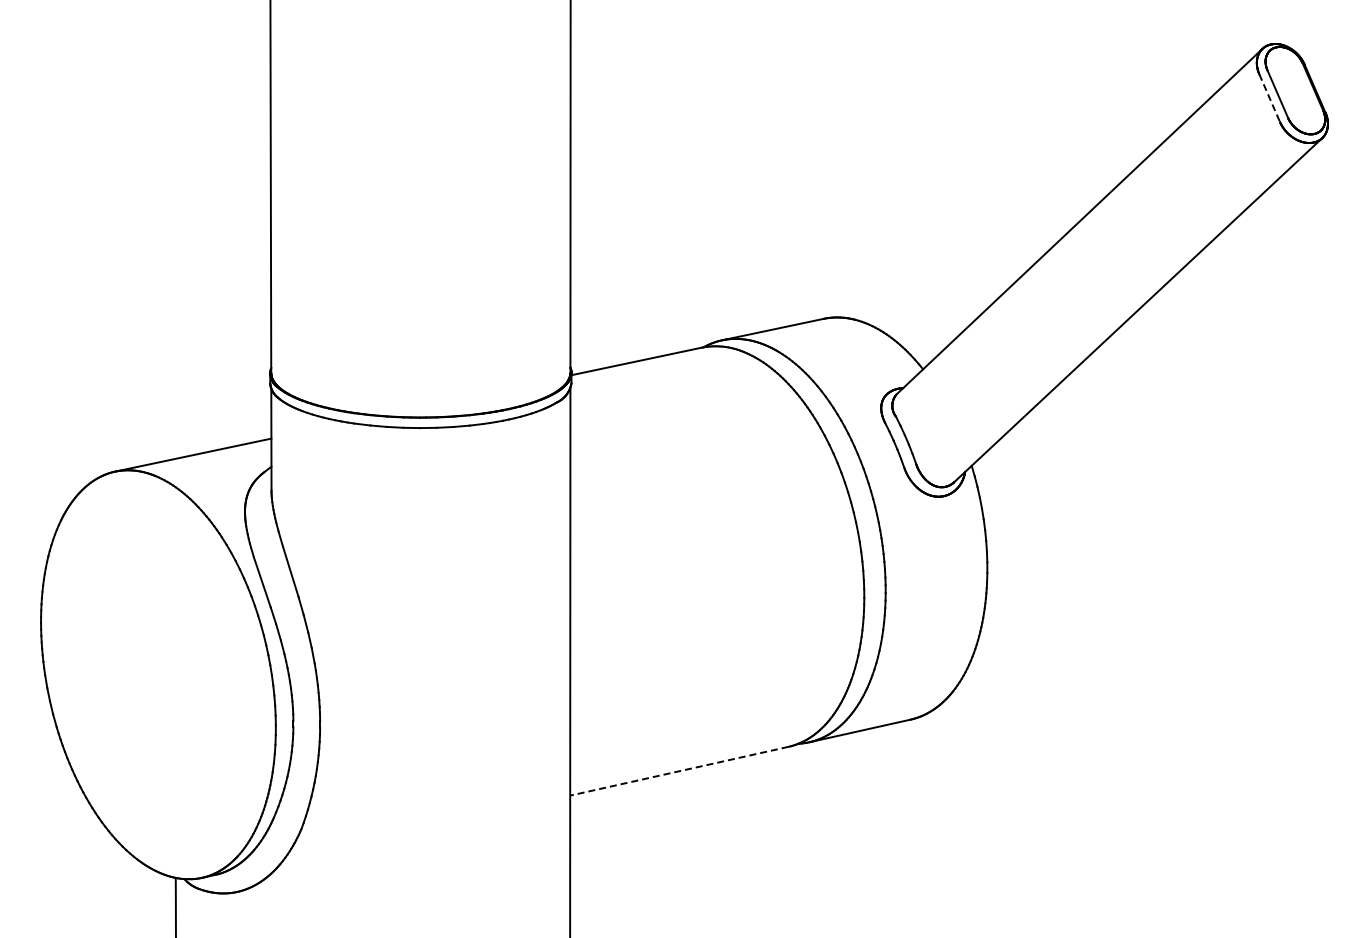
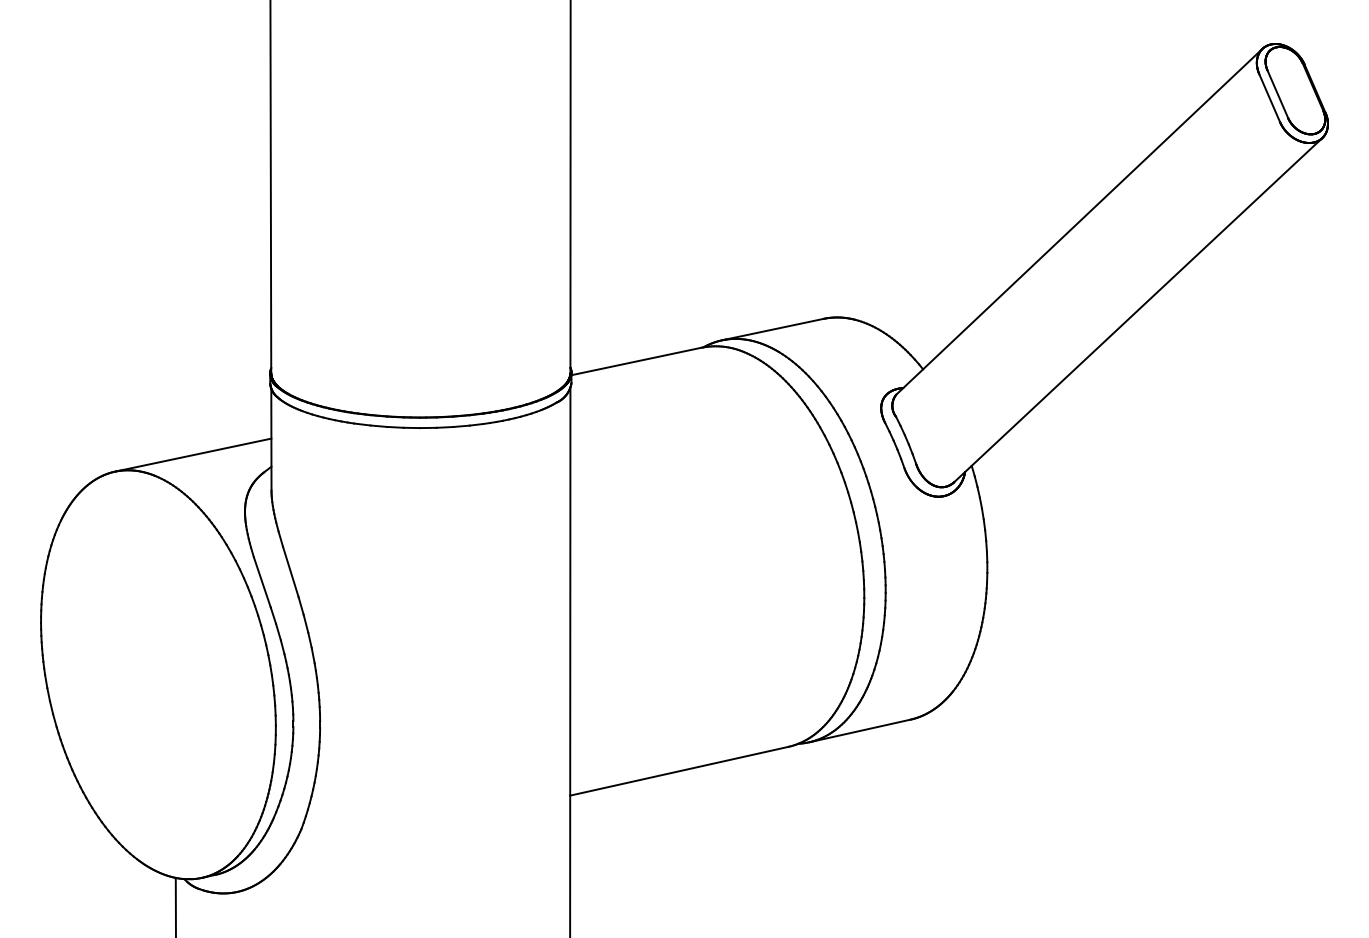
line at (1269, 98): dashed -> solid
line at (679, 771): dashed -> solid
